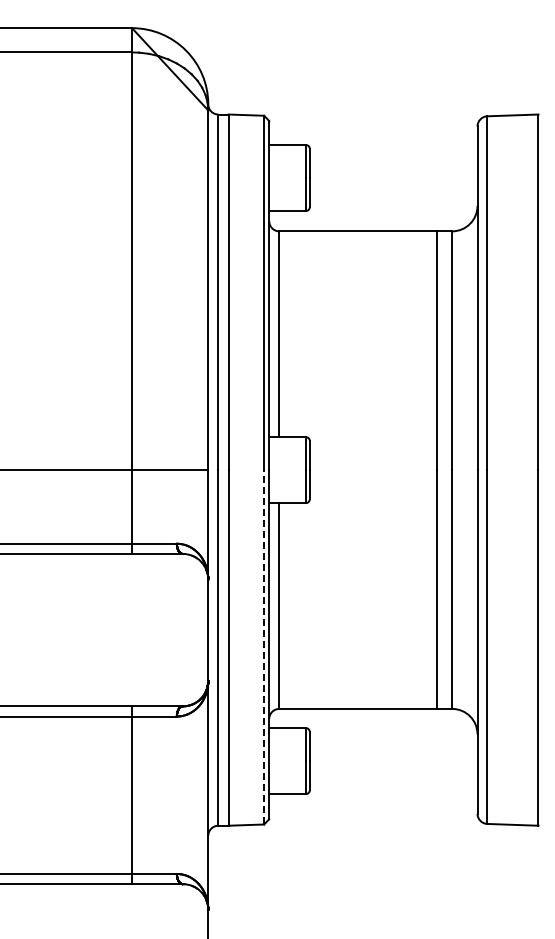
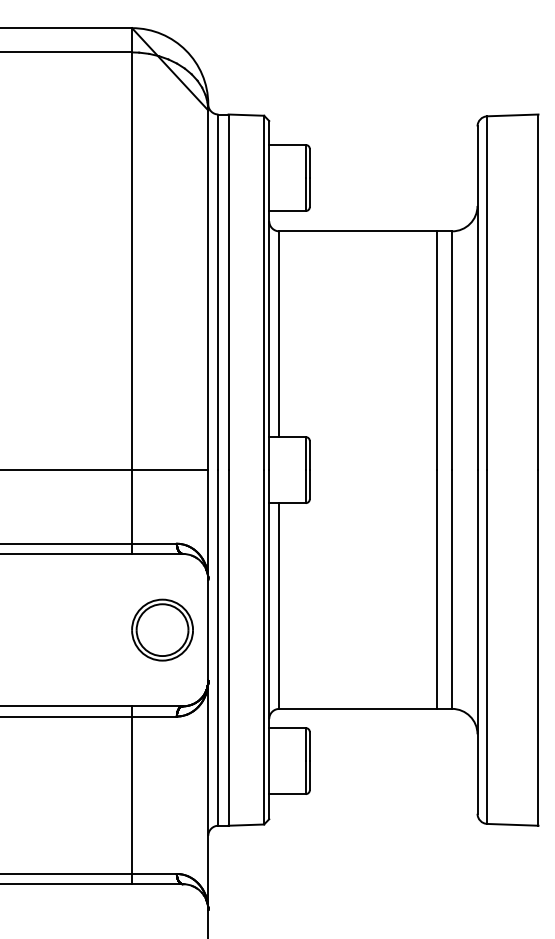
part at (162, 629): none -> present
line at (264, 646): dashed -> solid
